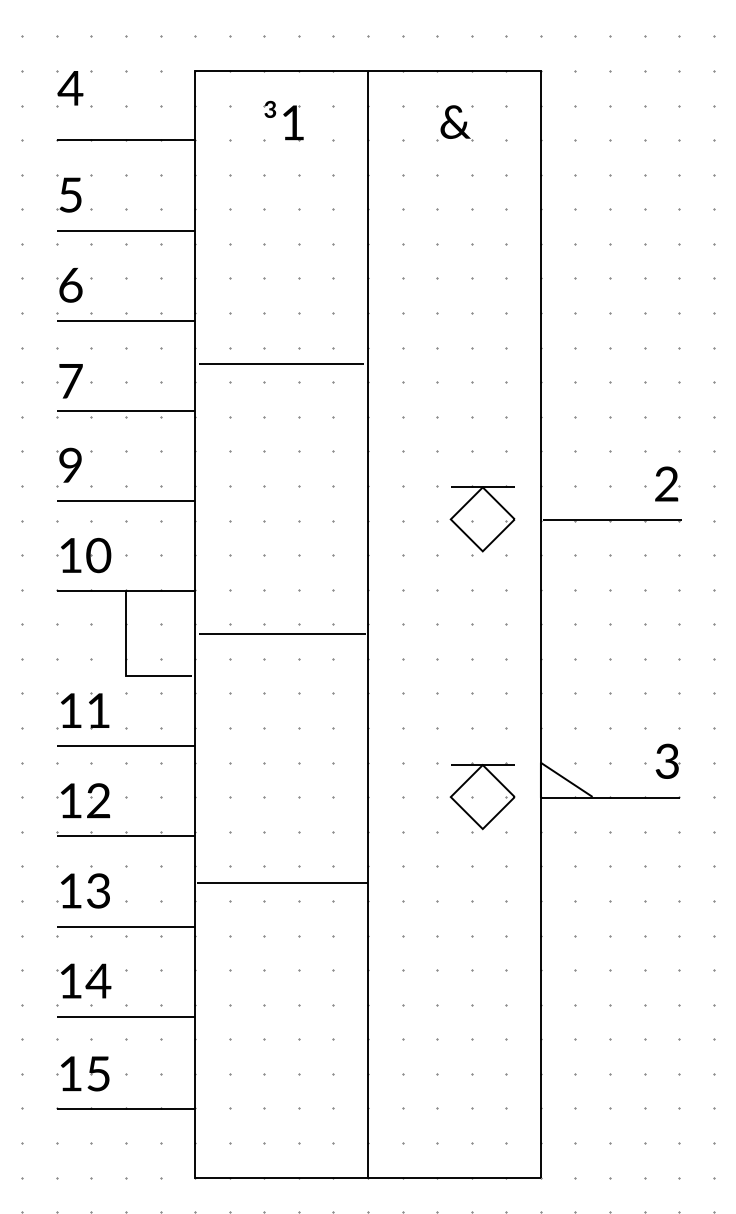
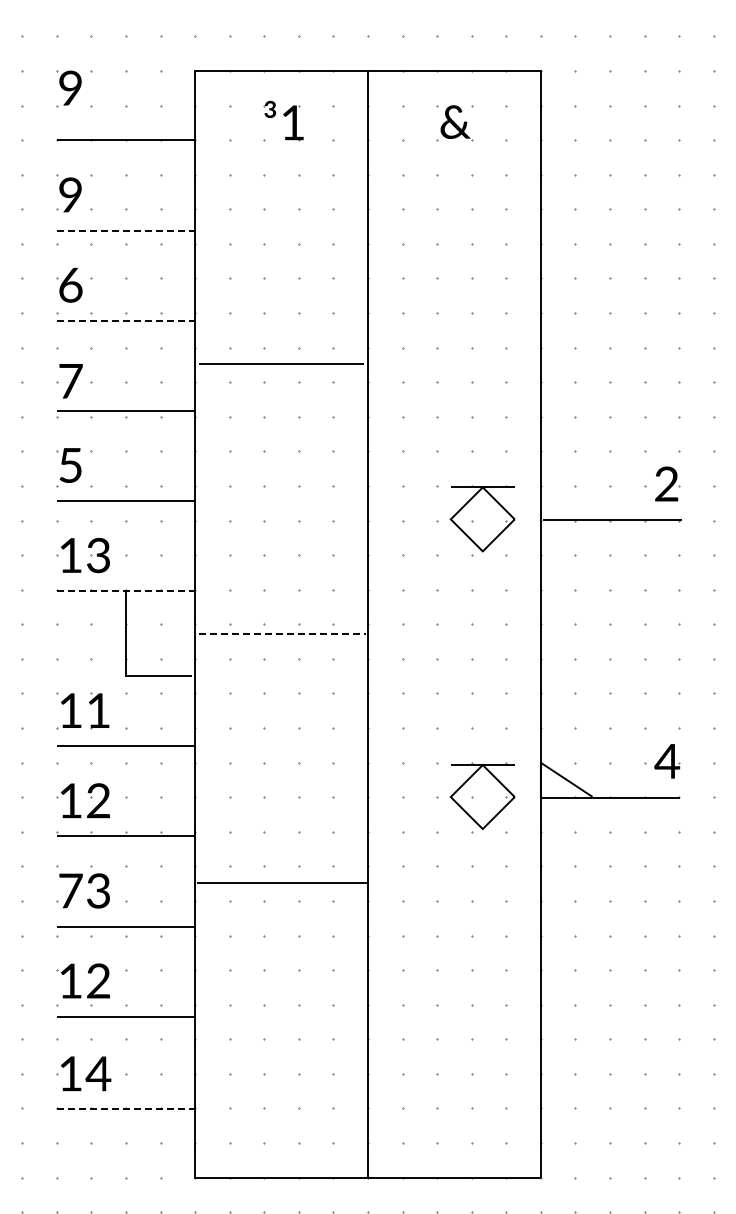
text at (70, 87): 4 -> 9
text at (70, 194): 5 -> 9
line at (126, 230): solid -> dashed
line at (126, 320): solid -> dashed
text at (70, 464): 9 -> 5
text at (98, 555): 10 -> 13
line at (126, 591): solid -> dashed
line at (282, 633): solid -> dashed
text at (667, 760): 3 -> 4
text at (70, 890): 13 -> 73
text at (98, 980): 14 -> 12
text at (98, 1073): 15 -> 14
line at (126, 1109): solid -> dashed
